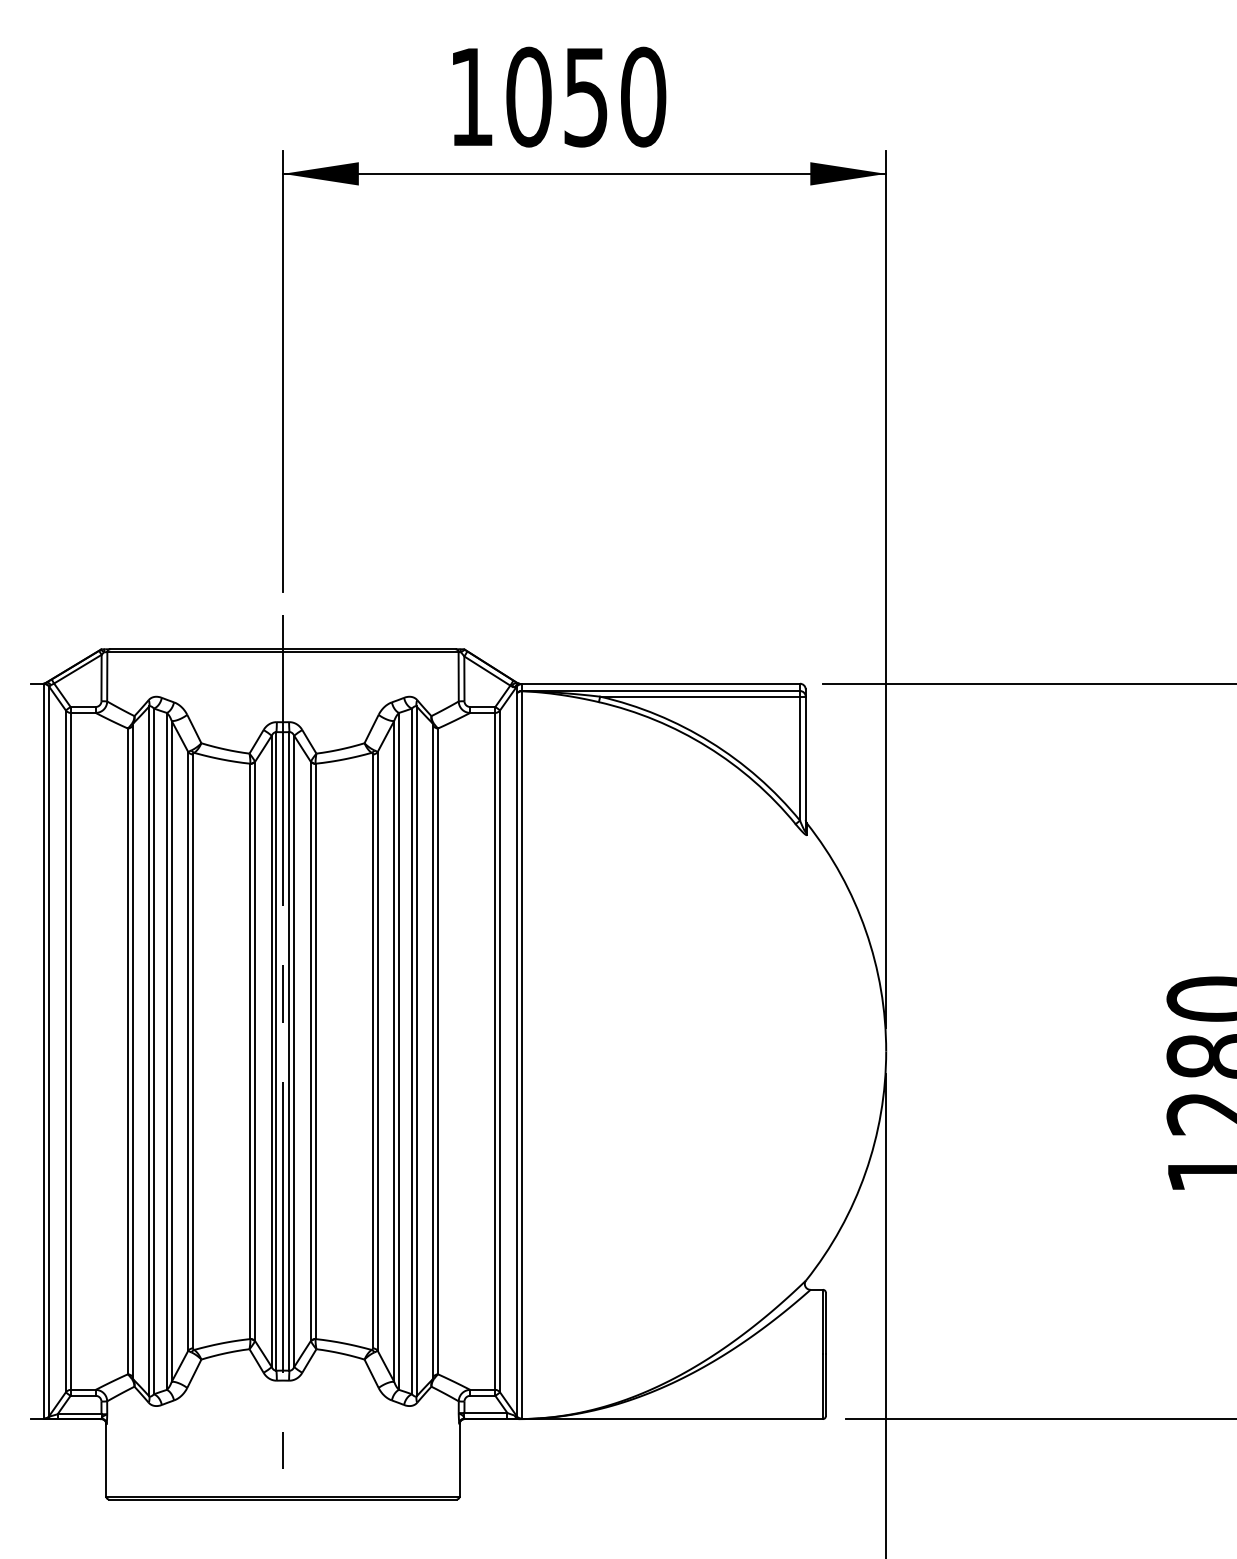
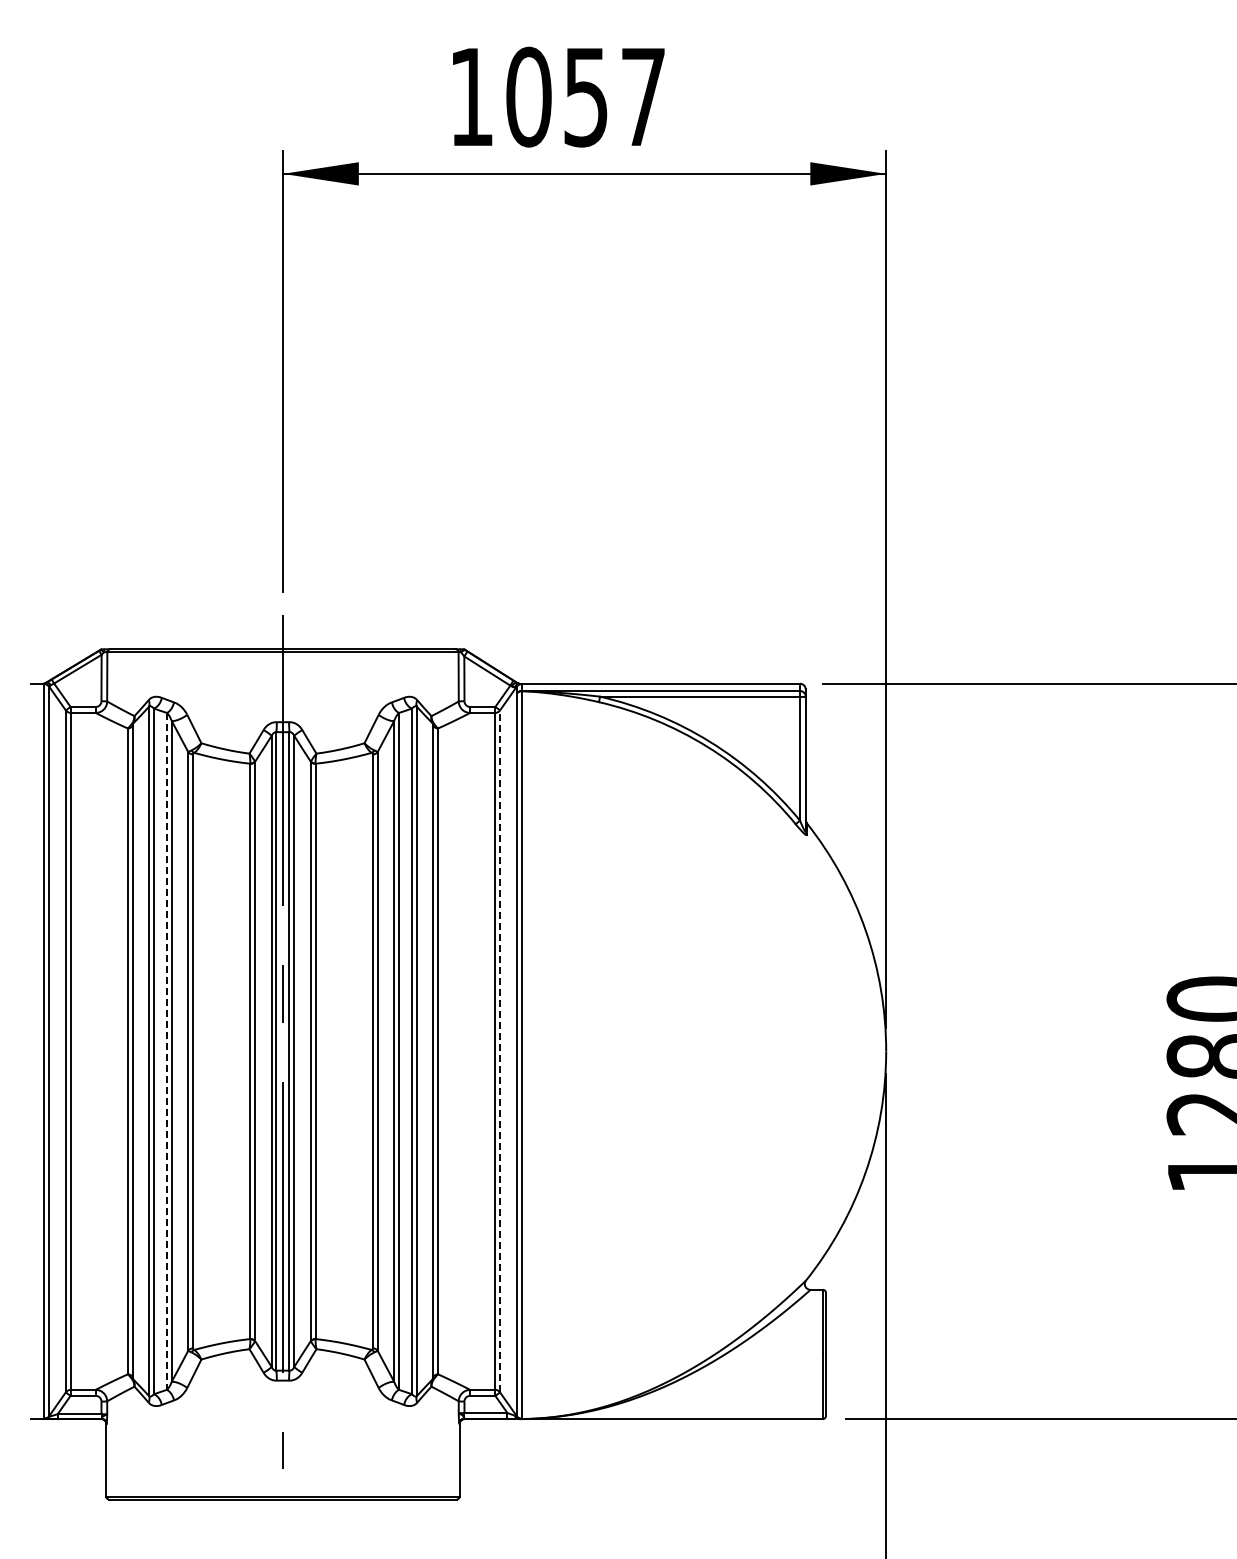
text at (643, 96): 1050 -> 1057
line at (166, 1051): solid -> dashed
line at (500, 1051): solid -> dashed
